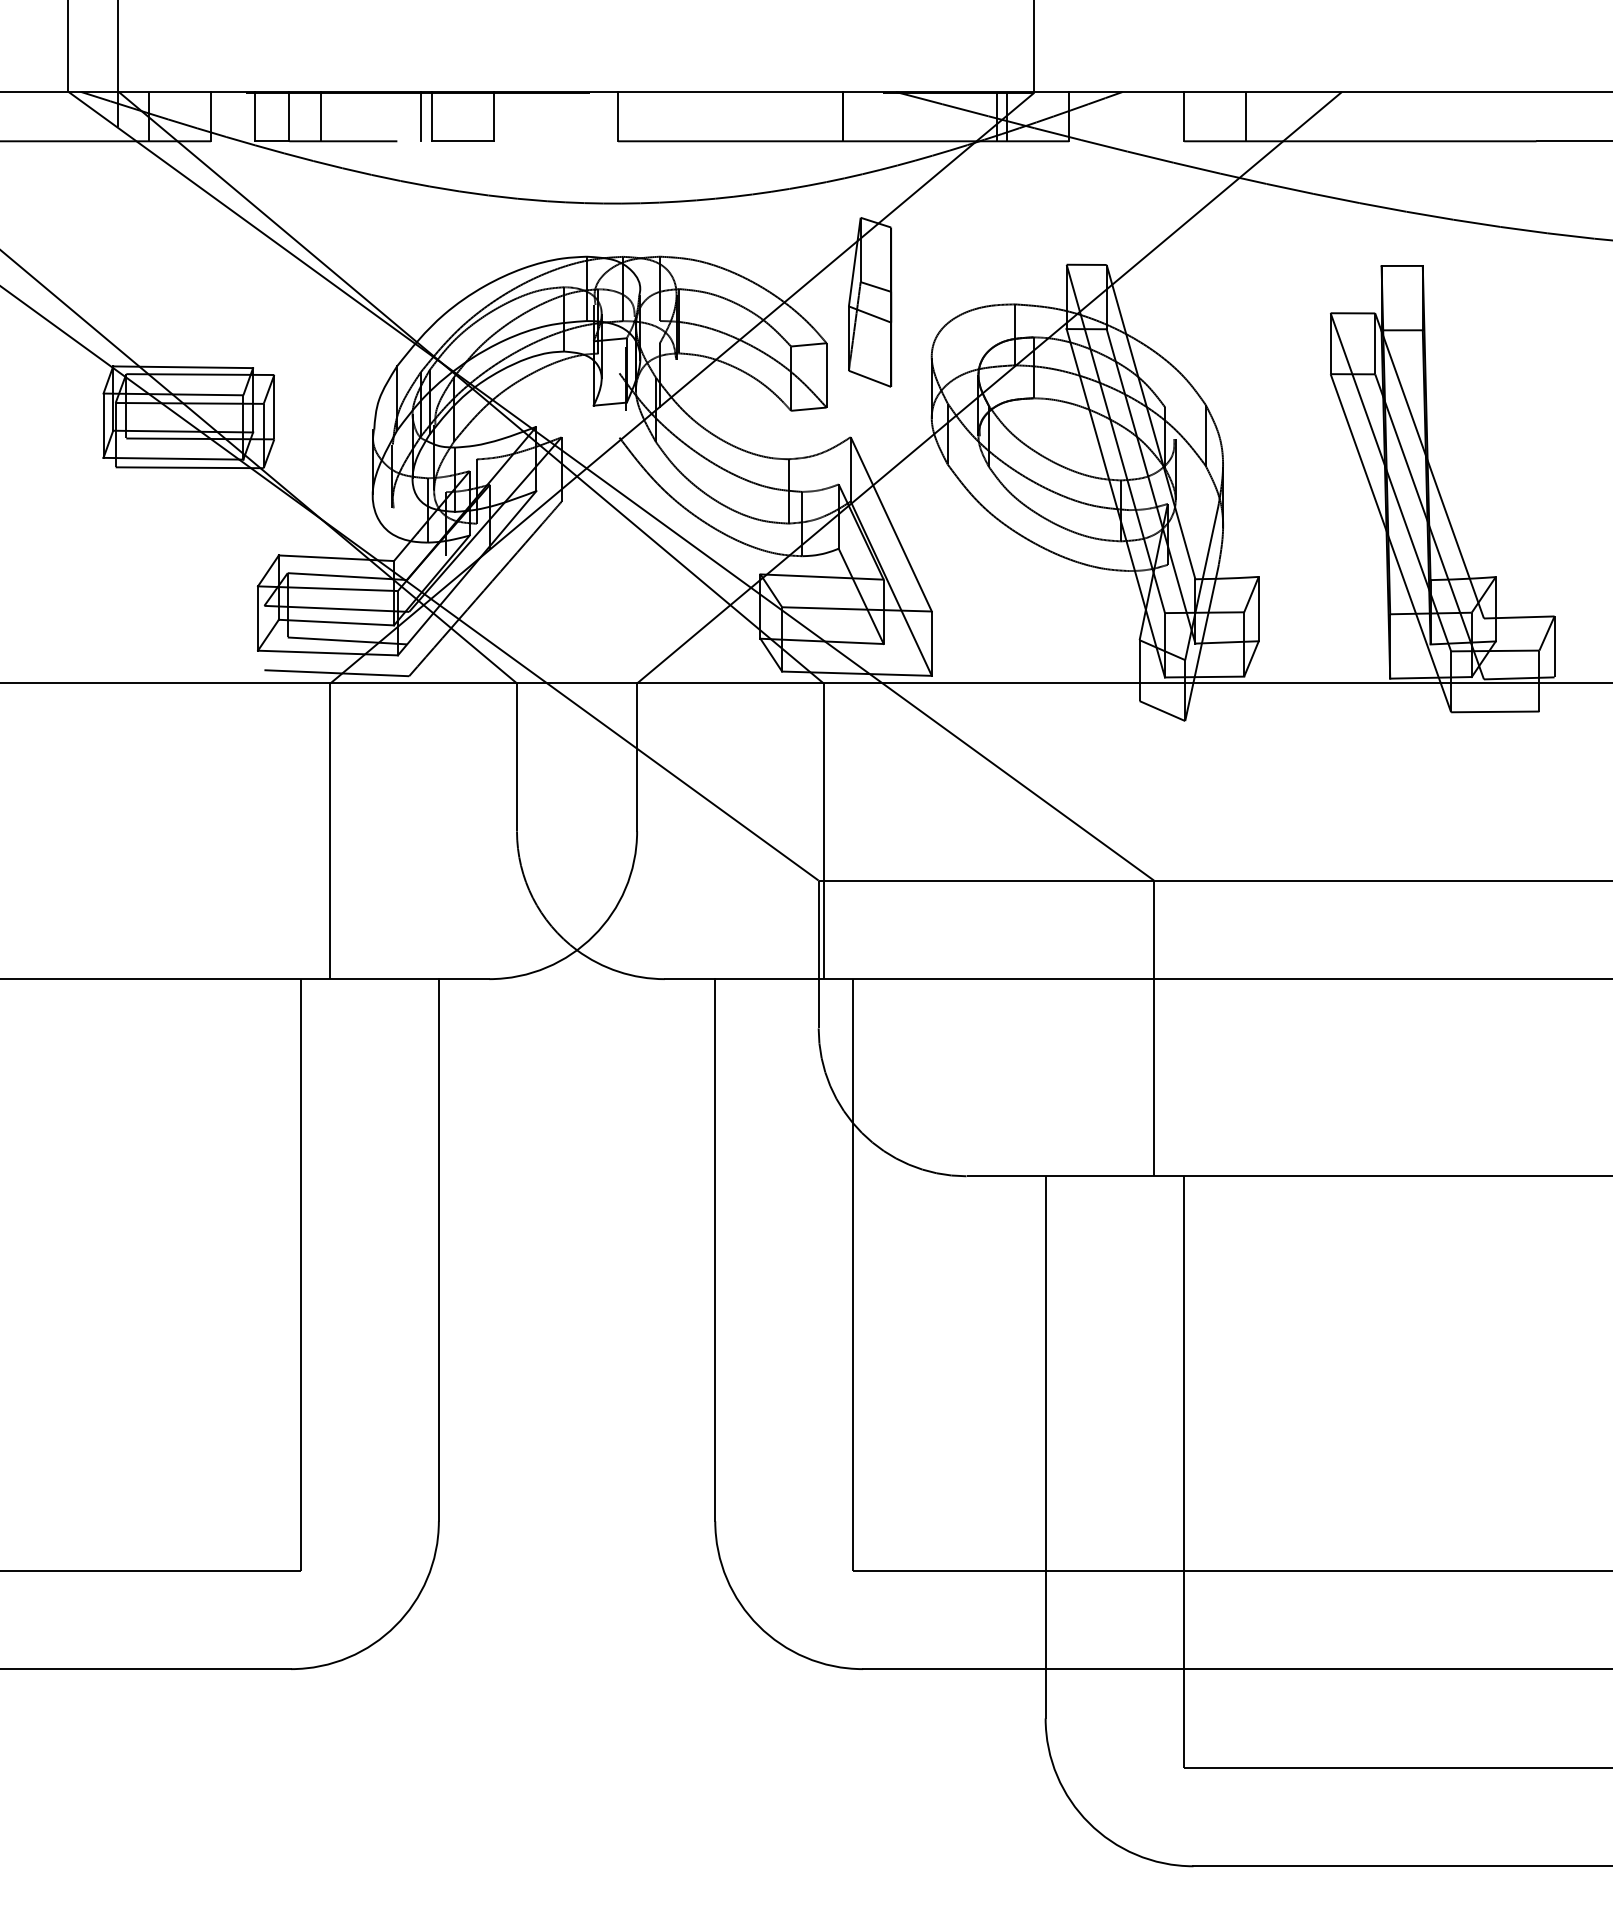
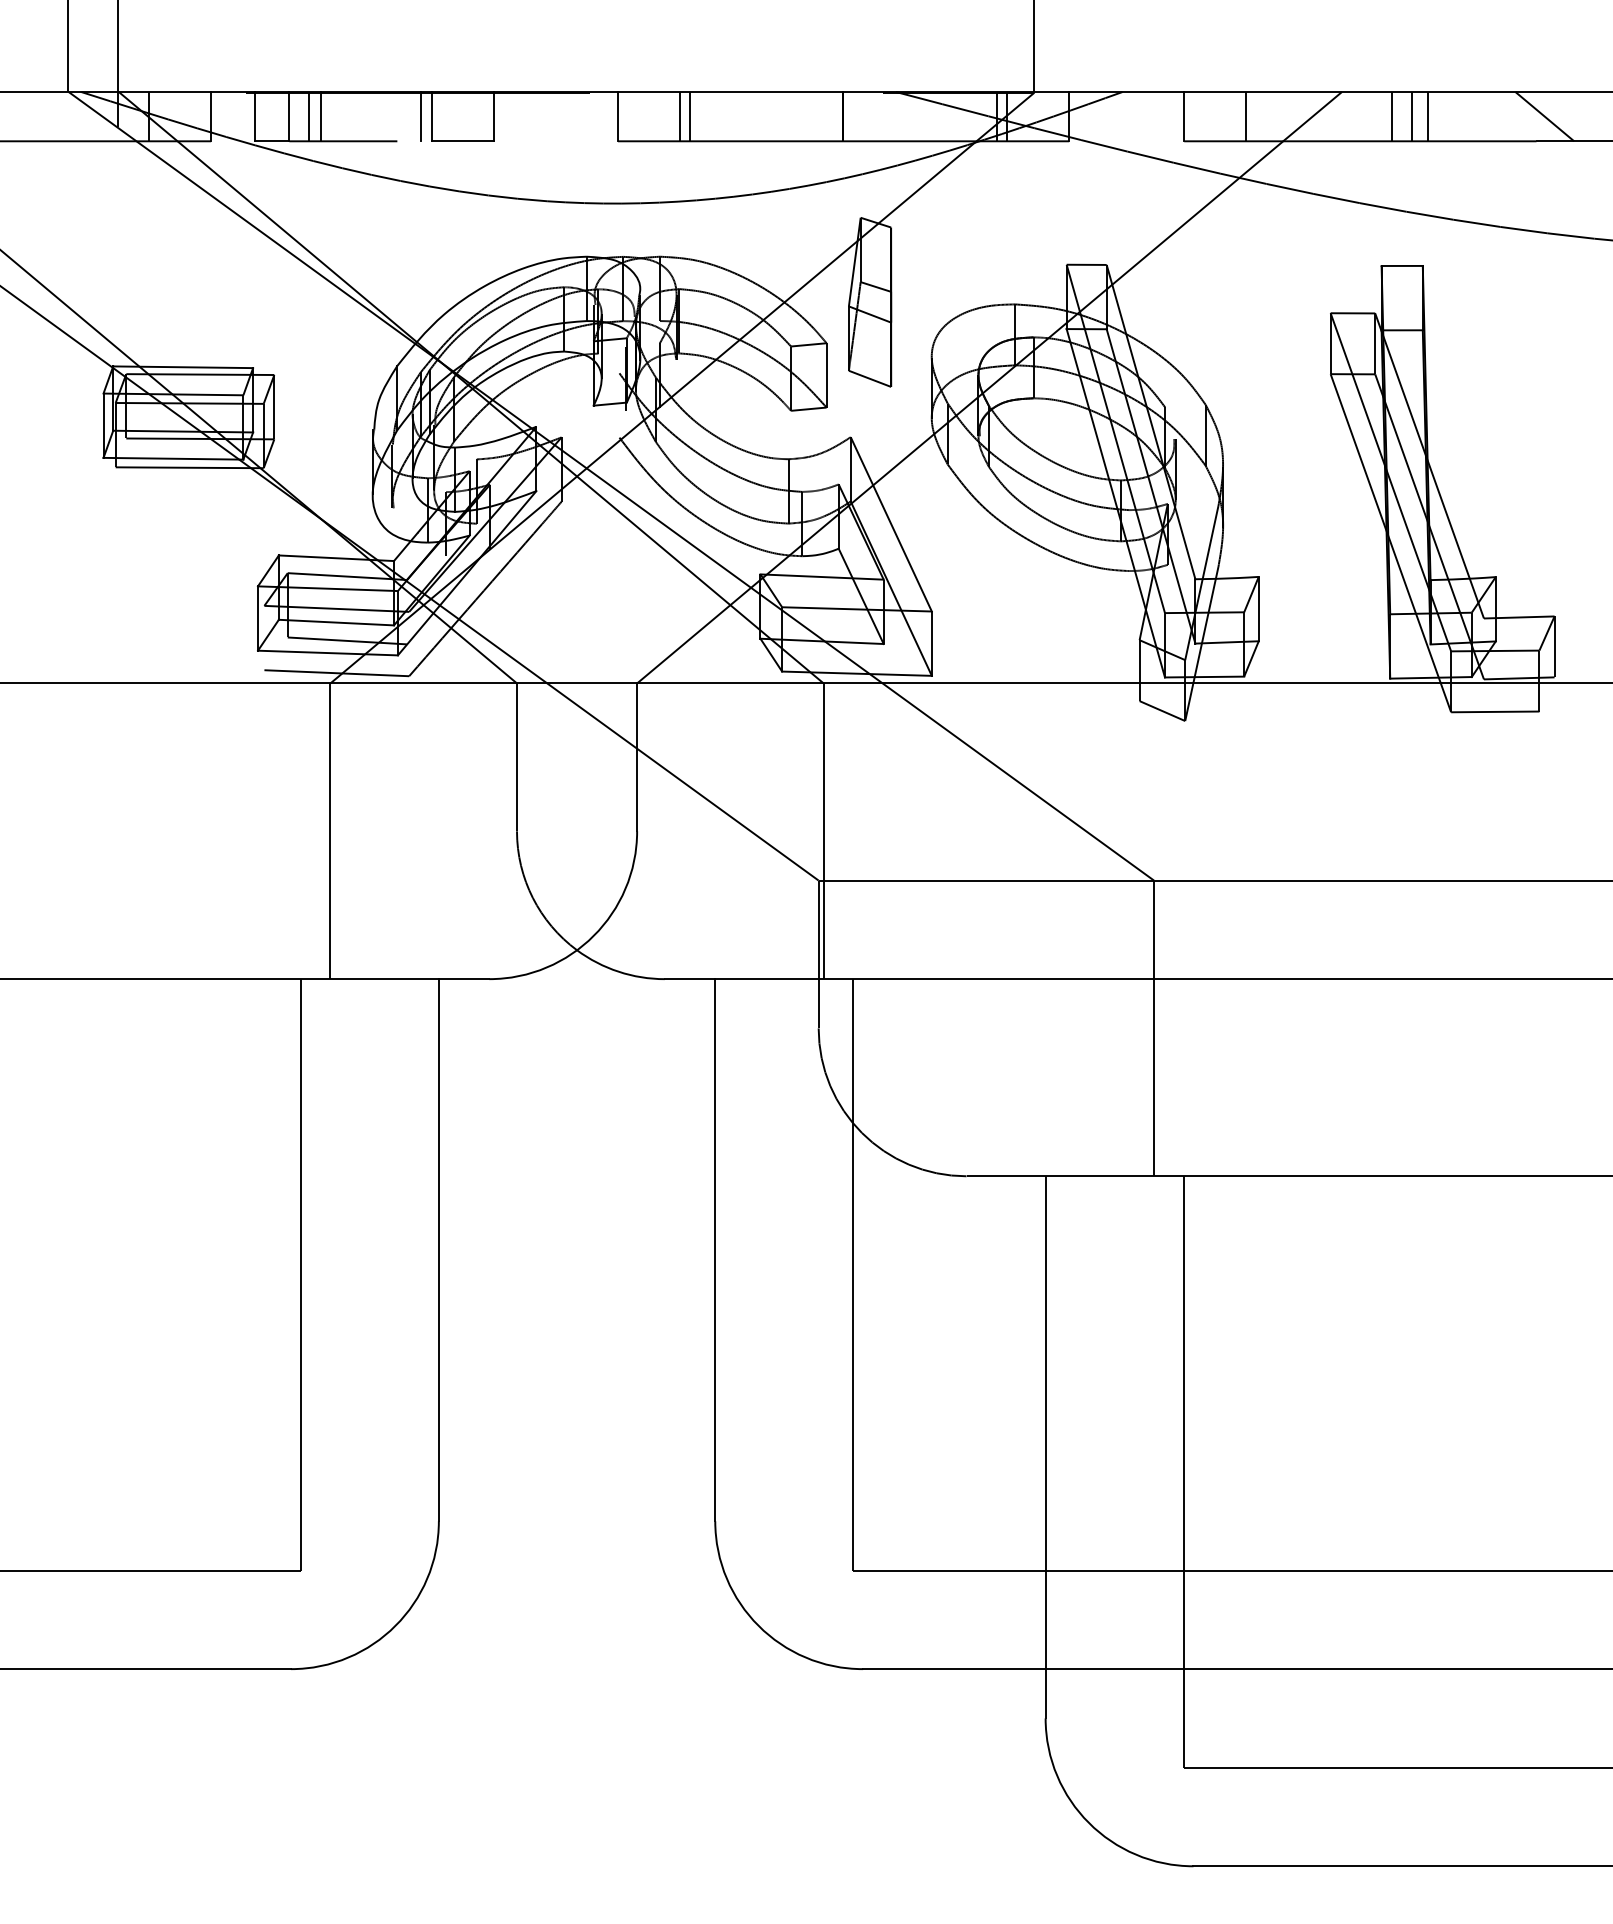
line at (309, 116): none -> present
line at (679, 116): none -> present
line at (690, 116): none -> present
line at (1392, 116): none -> present
line at (1411, 116): none -> present
line at (1427, 116): none -> present
line at (1544, 116): none -> present
